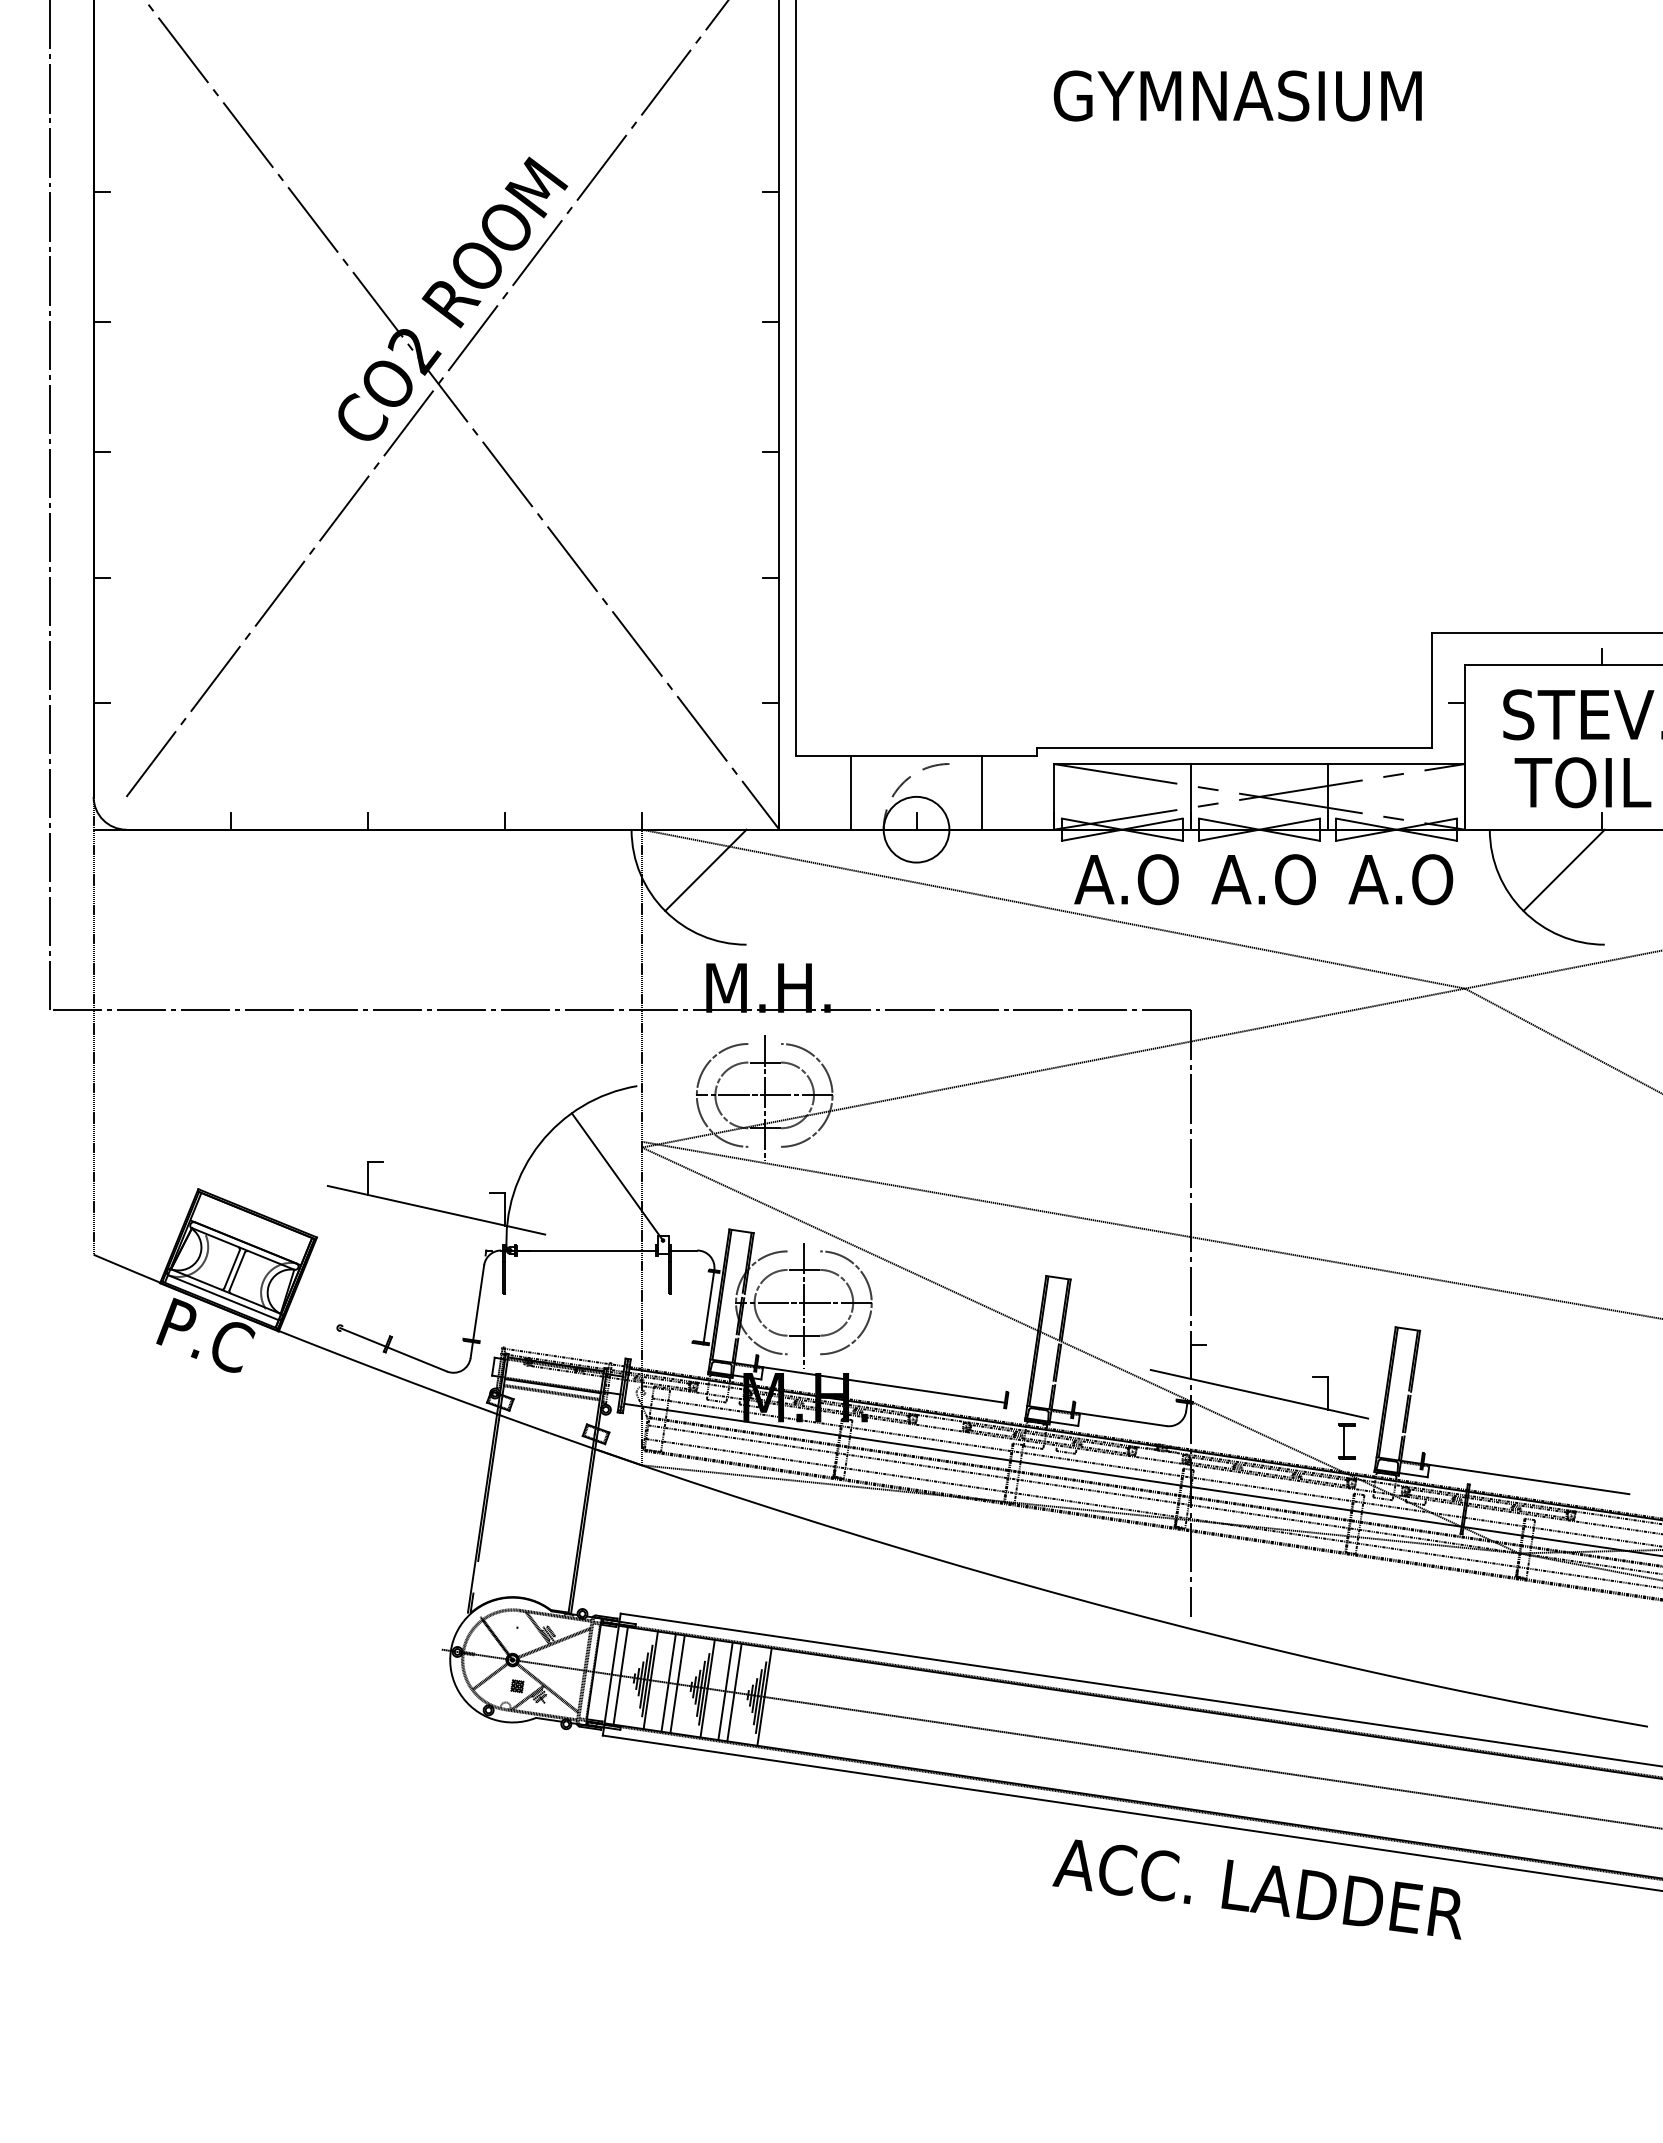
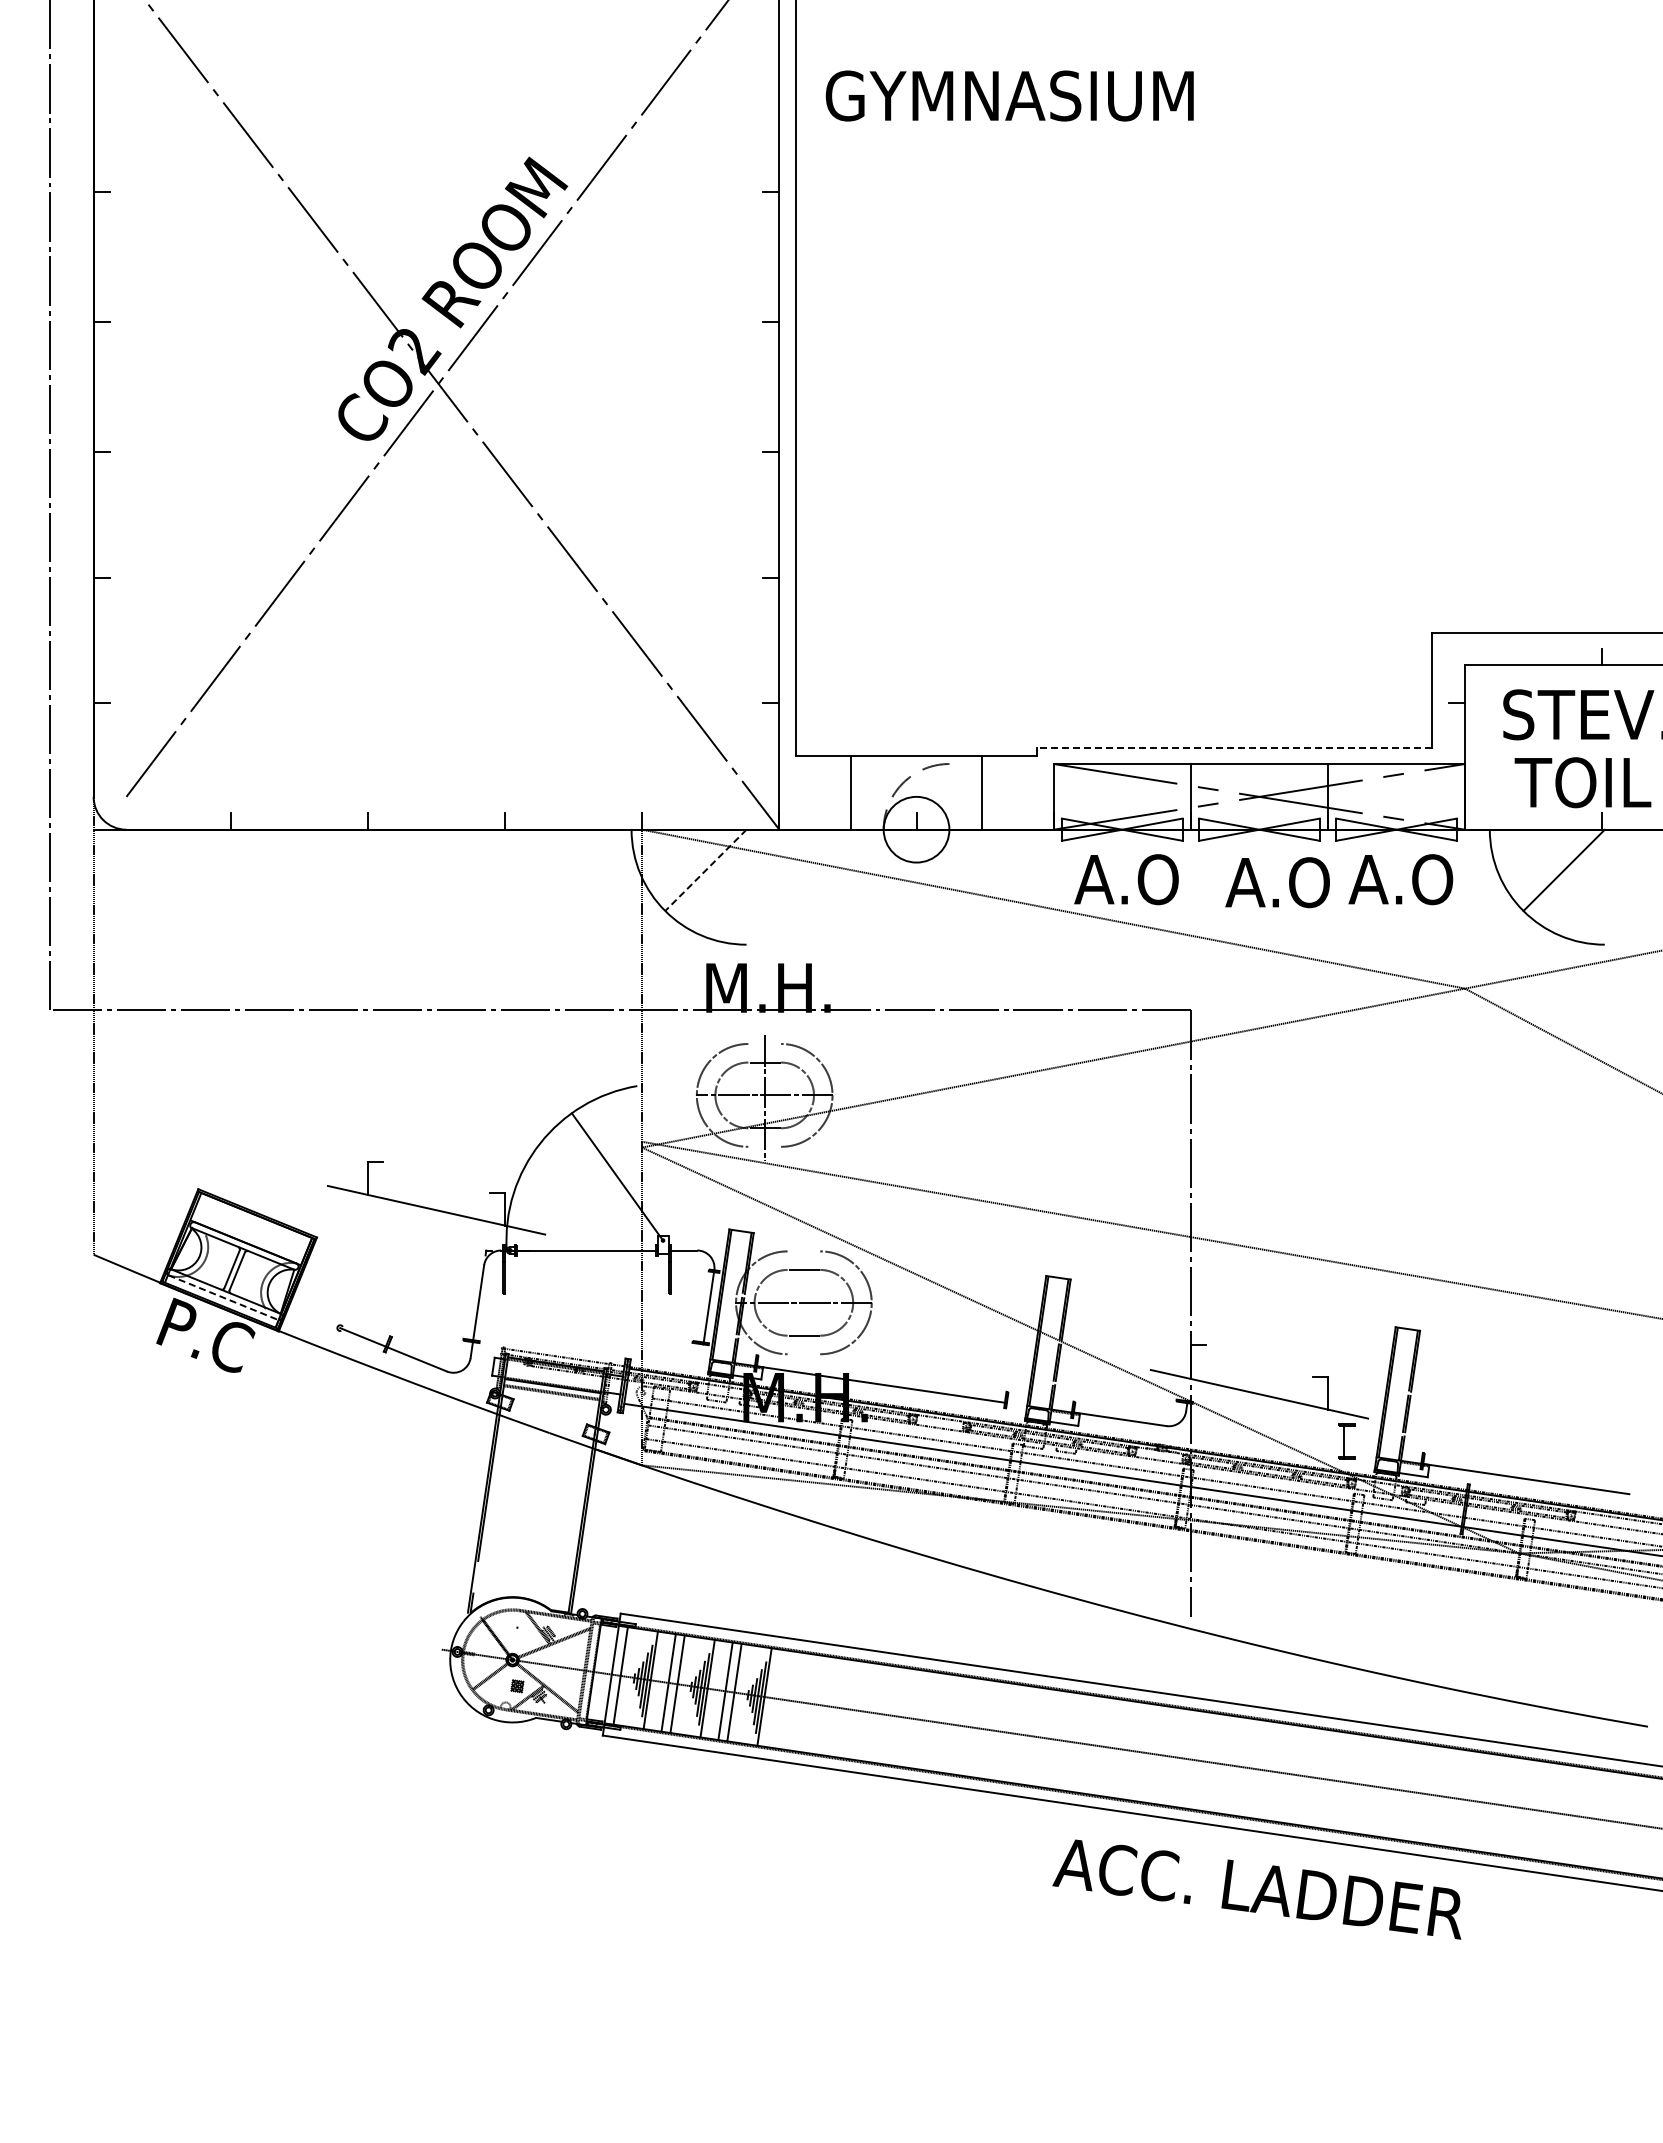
text at (1237, 95) position: (1237, 95) -> (1009, 95)
line at (1234, 747): solid -> dashed
line at (705, 870): solid -> dashed
text at (1263, 879) position: (1263, 879) -> (1277, 882)
line at (223, 1297): solid -> dashed
line at (803, 1305): present -> none
